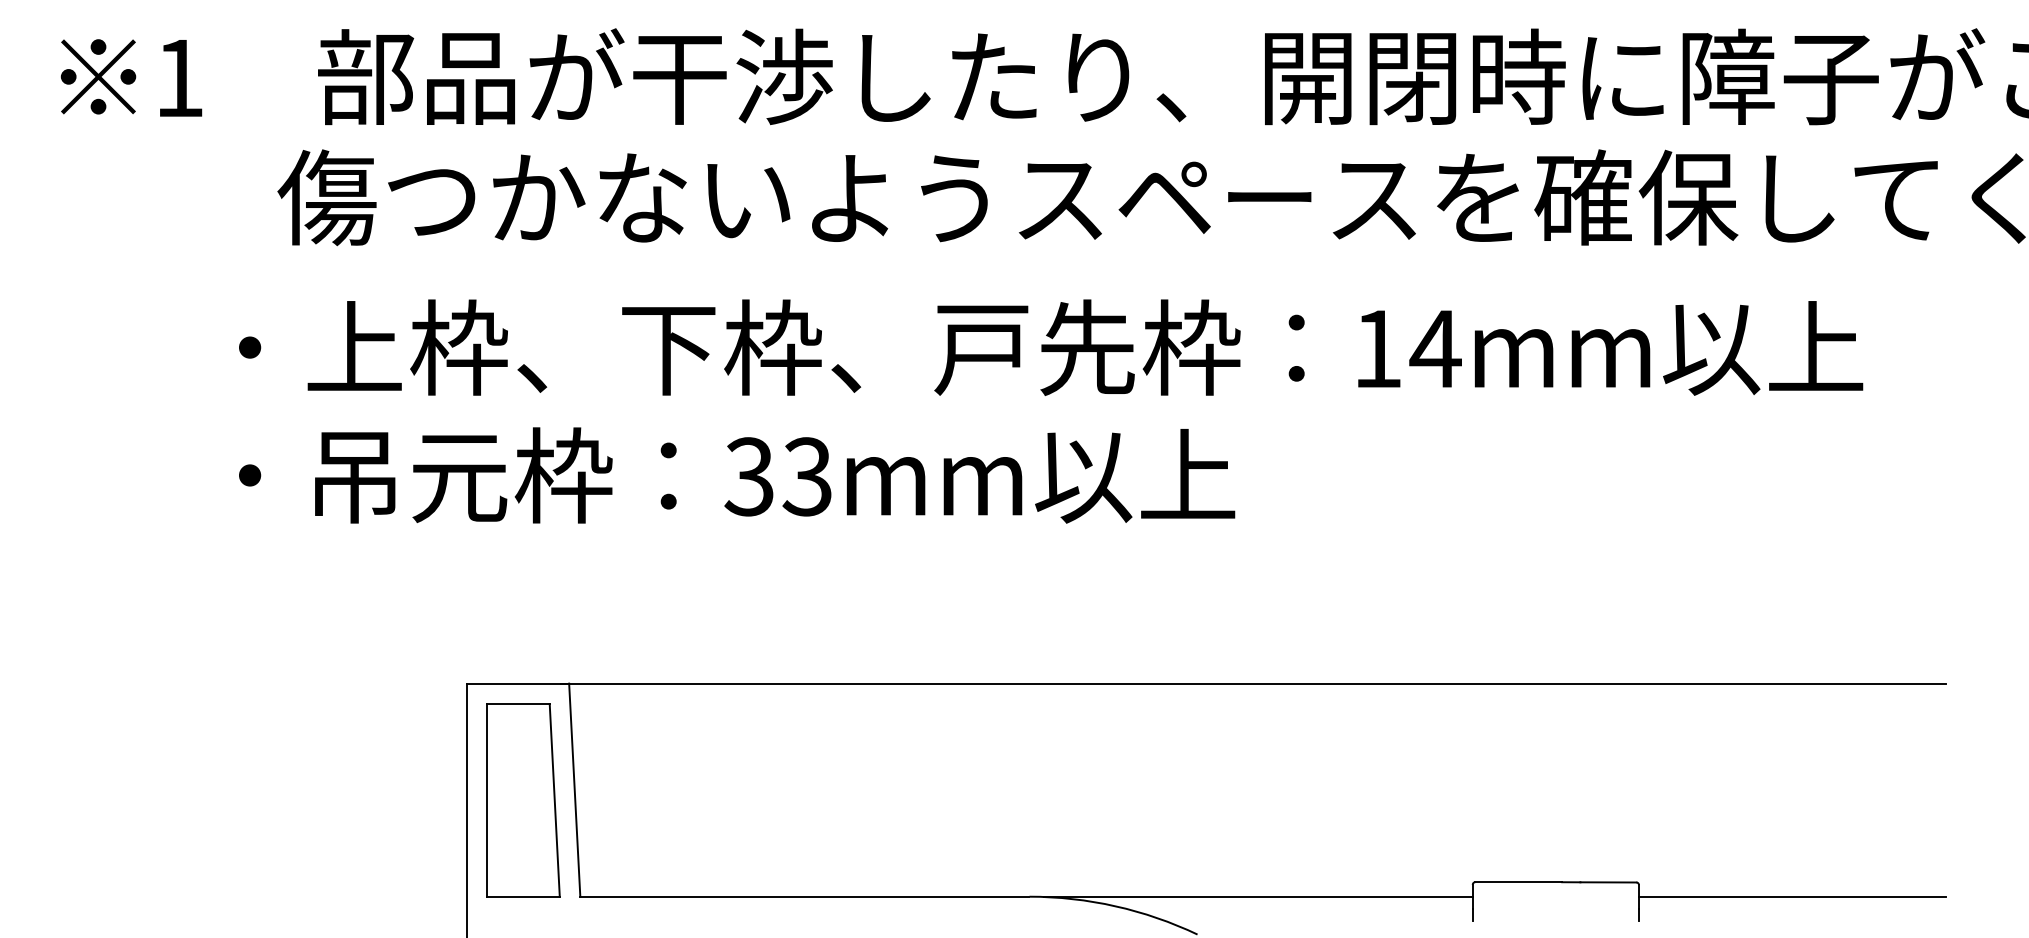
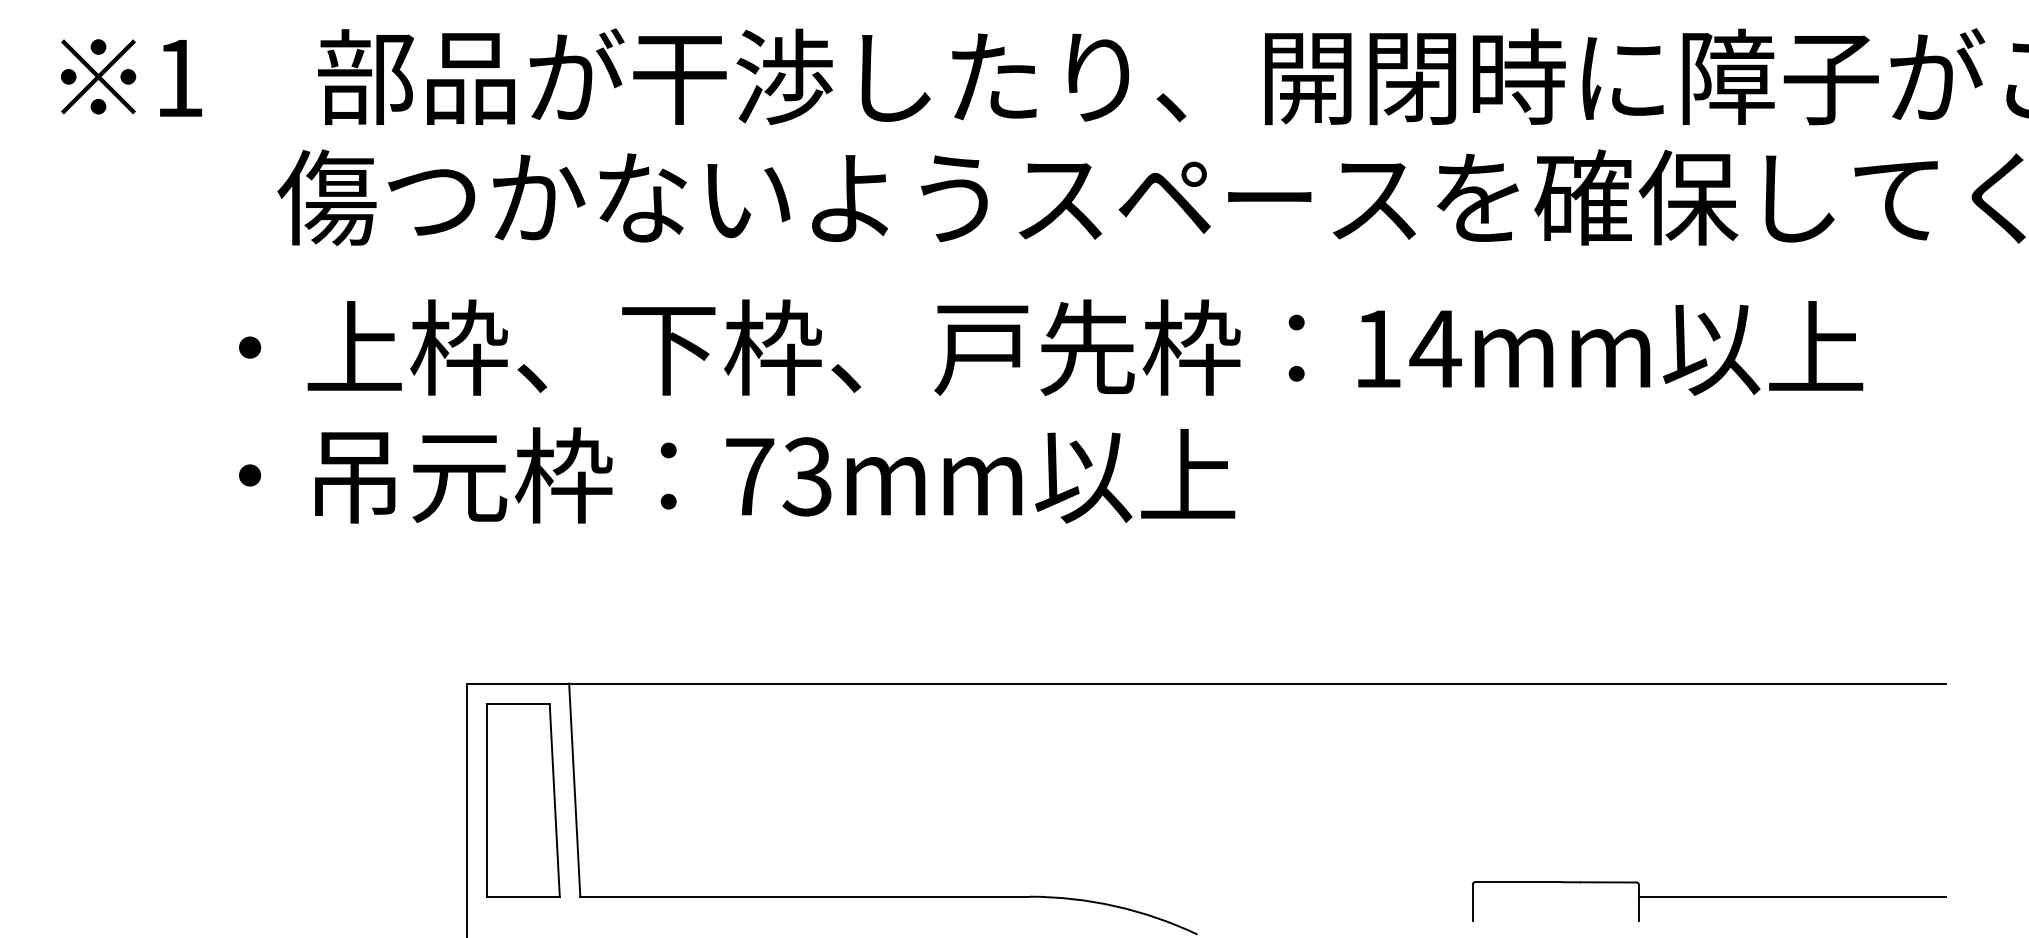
text at (749, 476): 33mm -> 73mm
line at (1257, 896): present -> none
